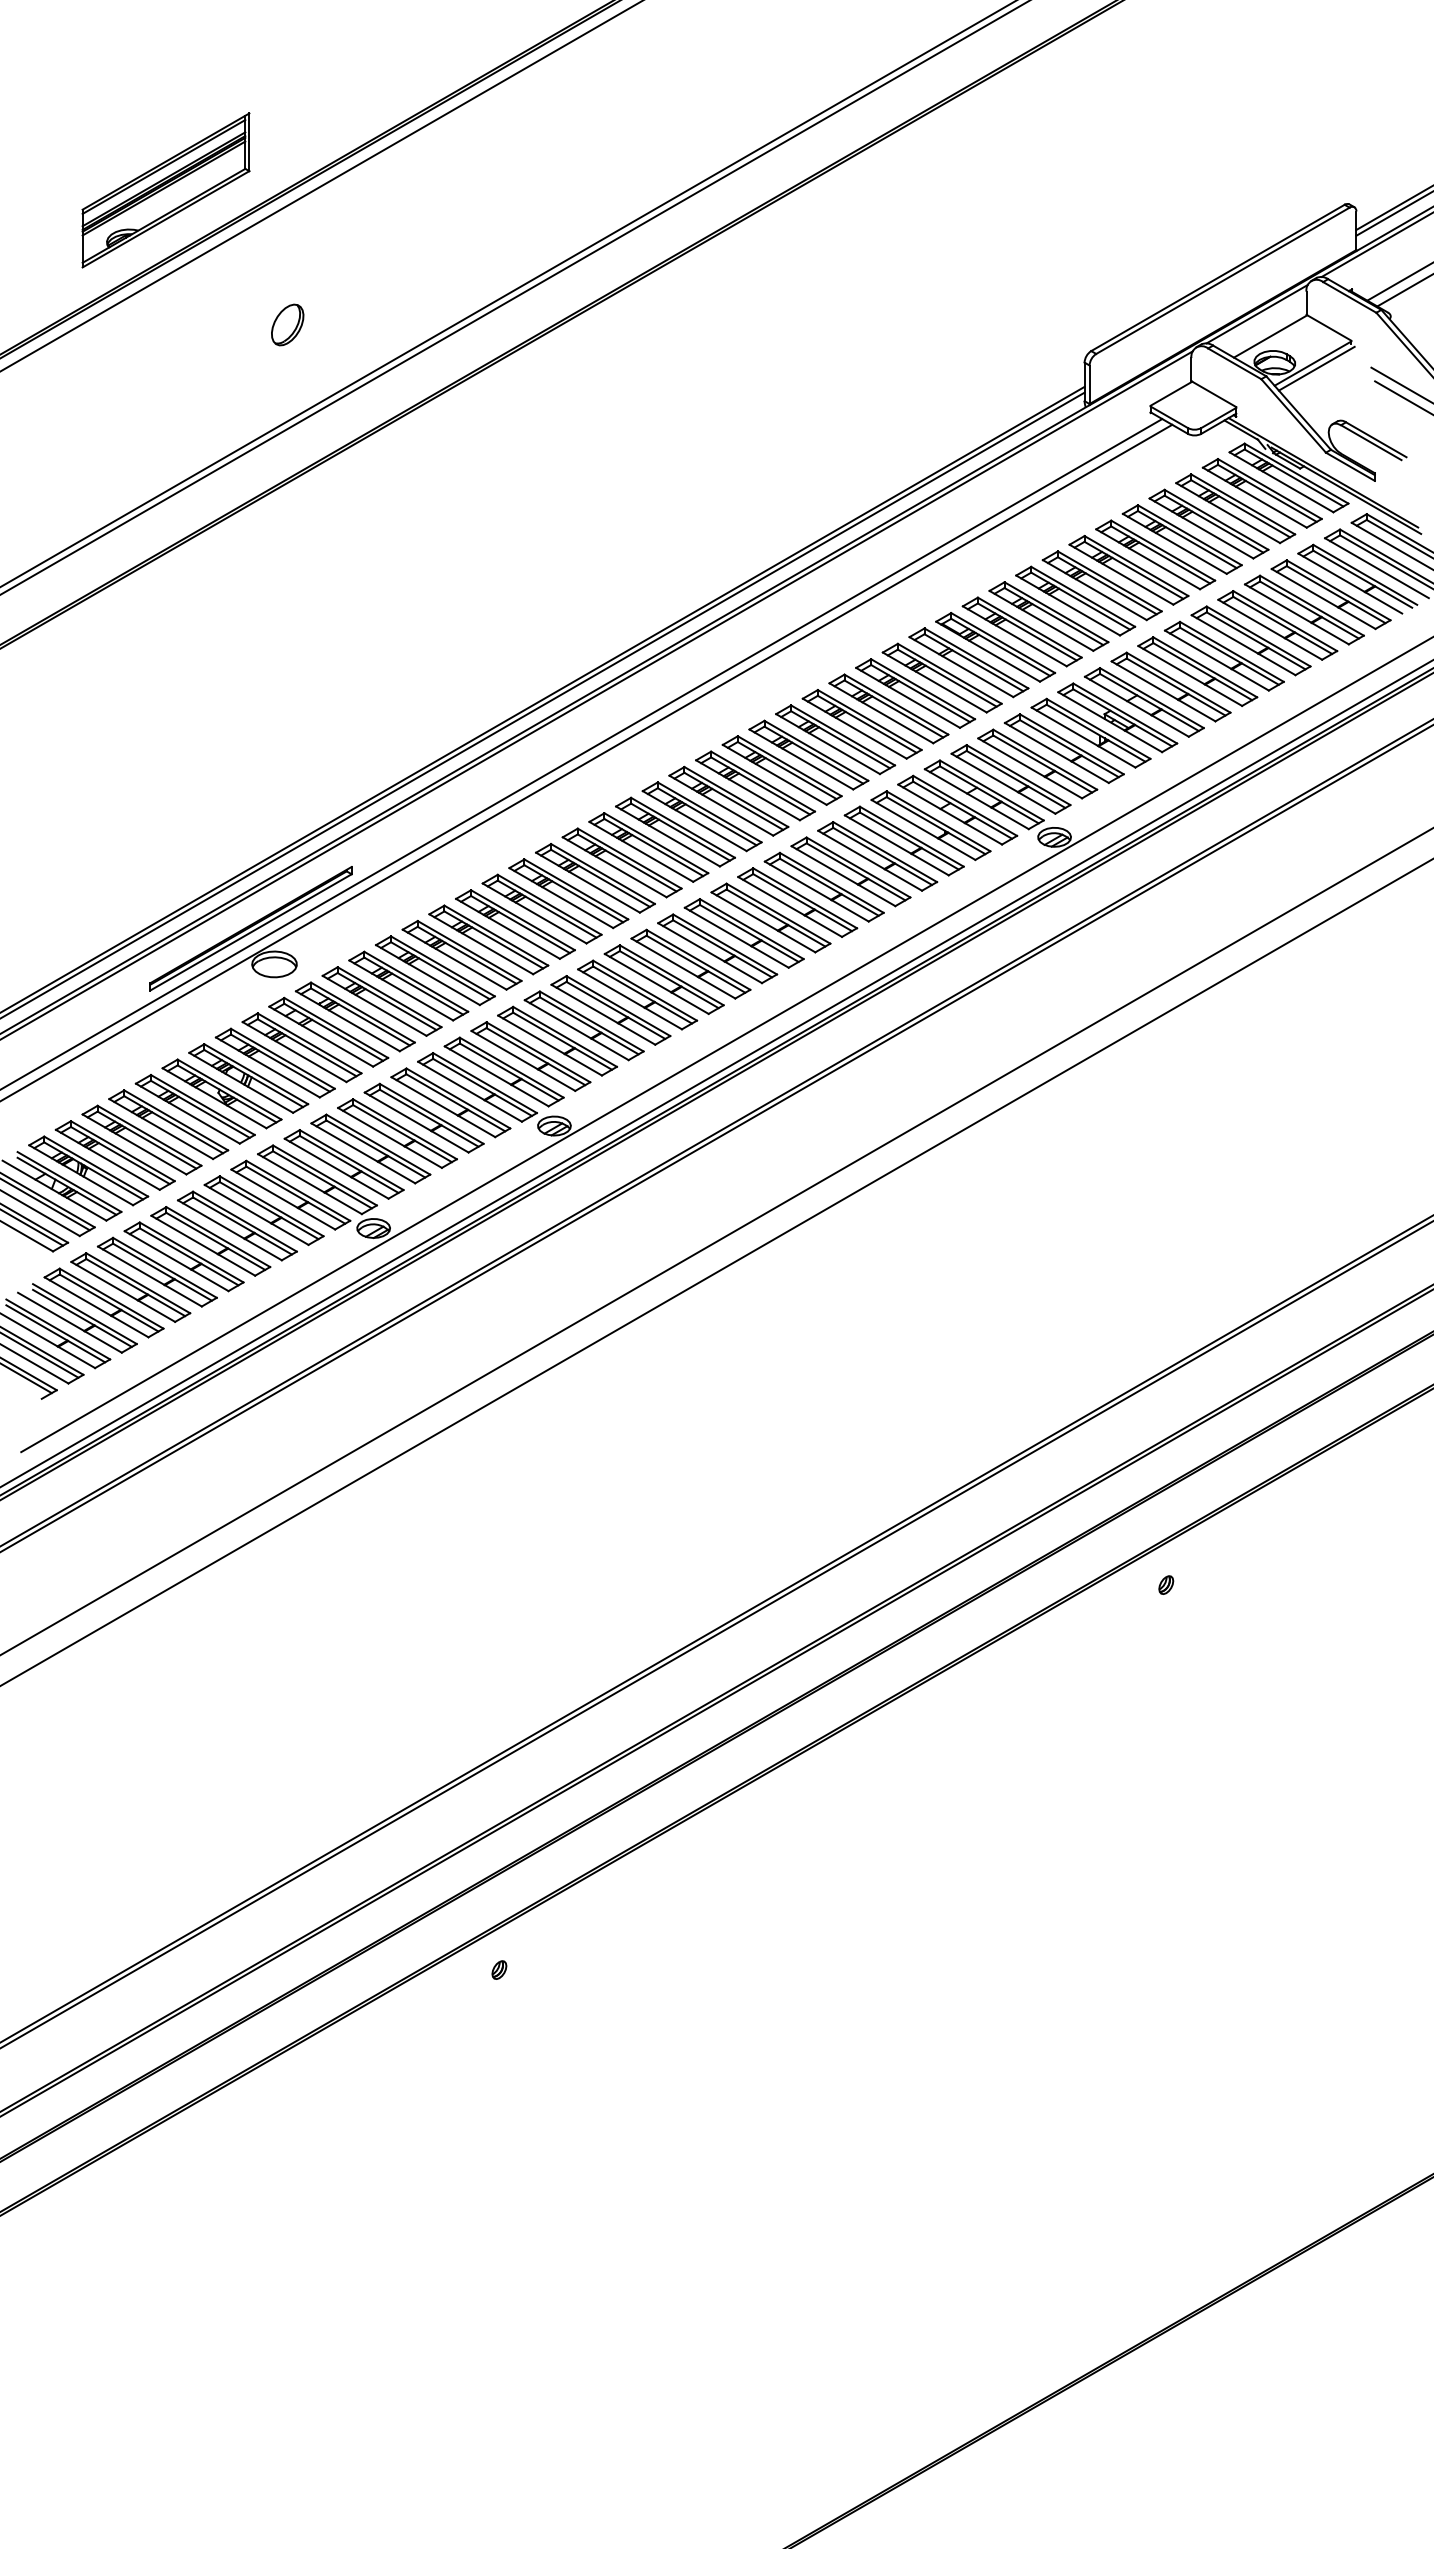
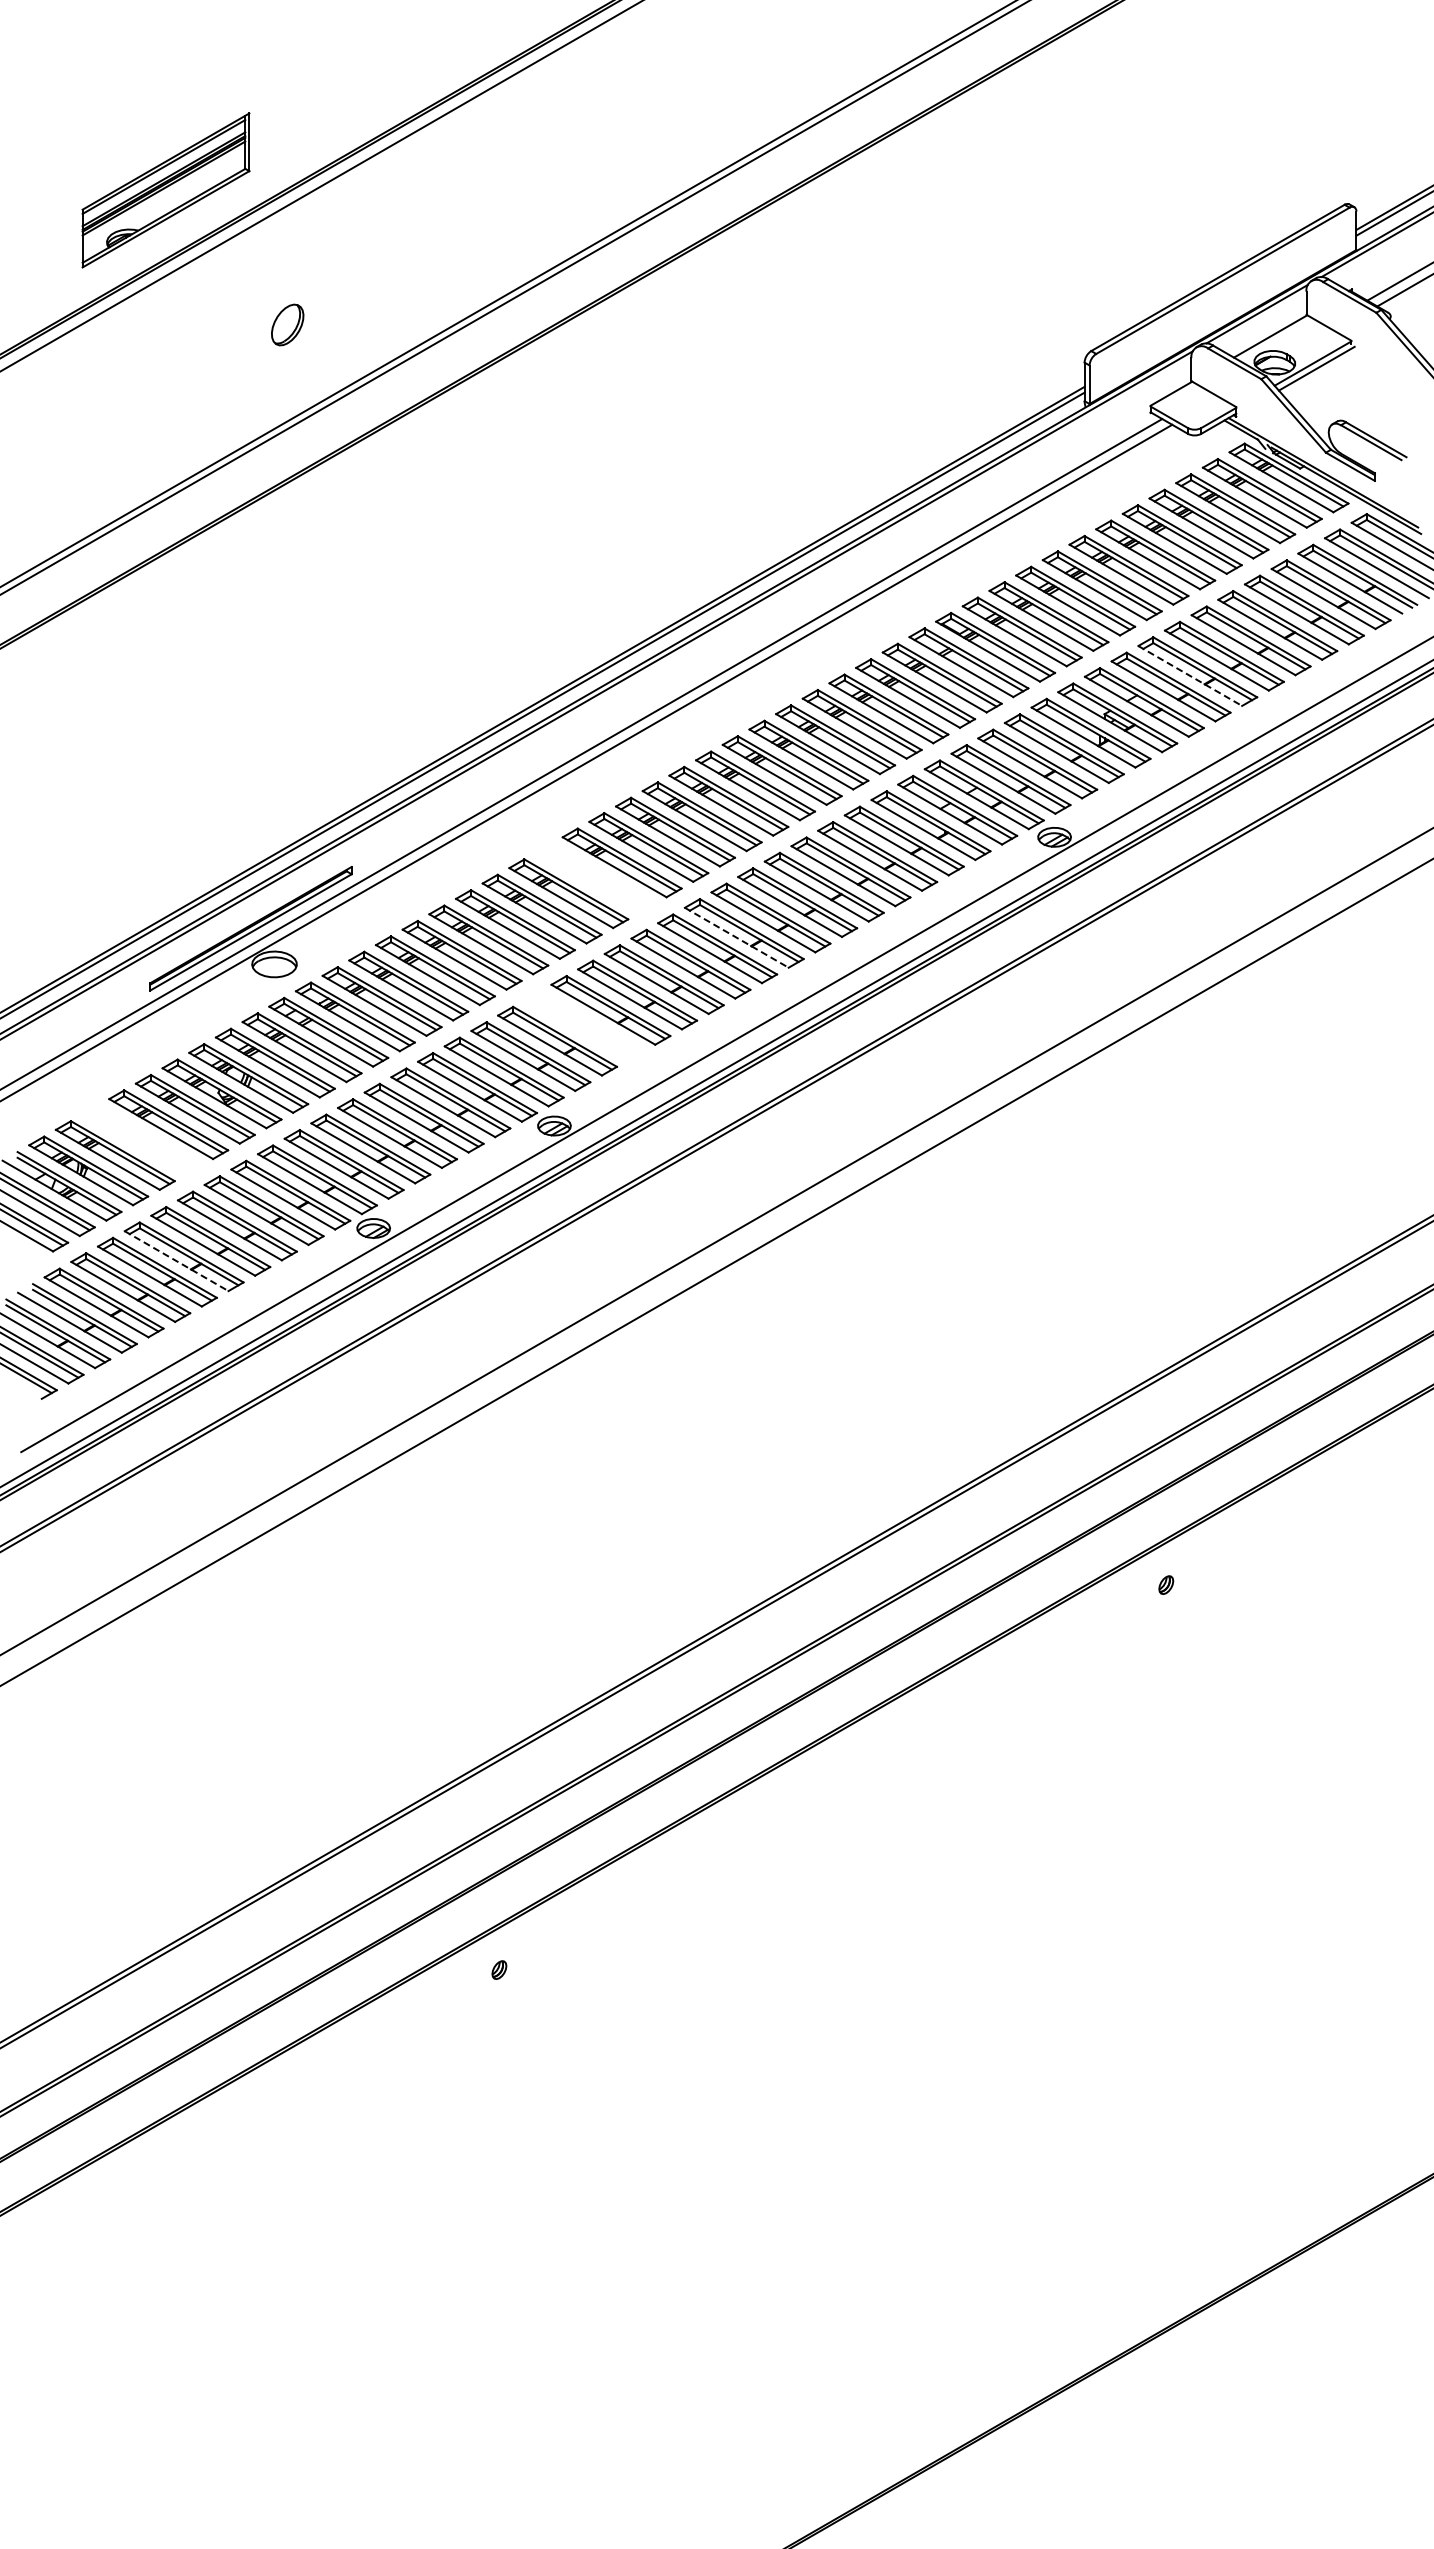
line at (1400, 384): present -> none
line at (1402, 397): present -> none
line at (1190, 675): solid -> dashed
part at (595, 878): present -> none
line at (736, 937): solid -> dashed
part at (583, 1025): present -> none
part at (141, 1139): present -> none
line at (176, 1261): solid -> dashed
